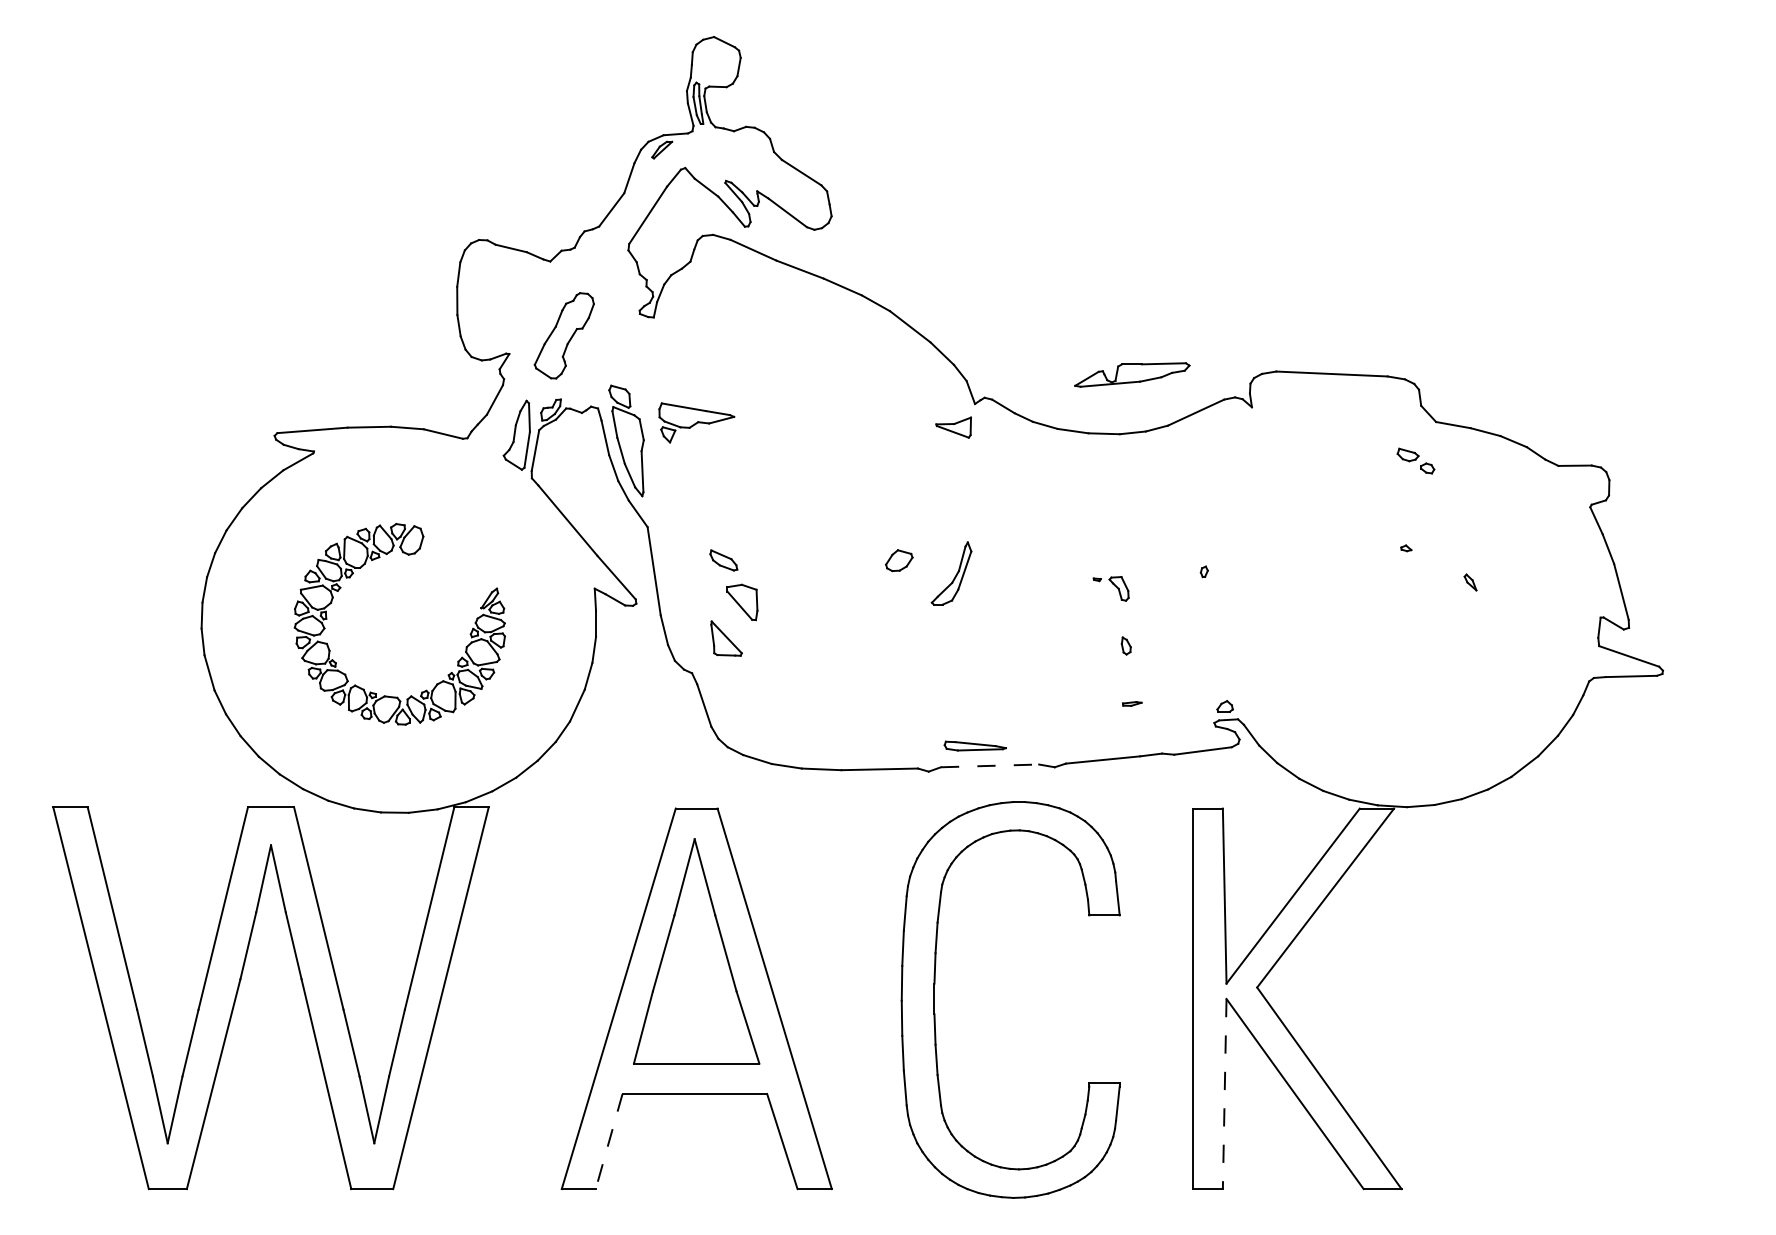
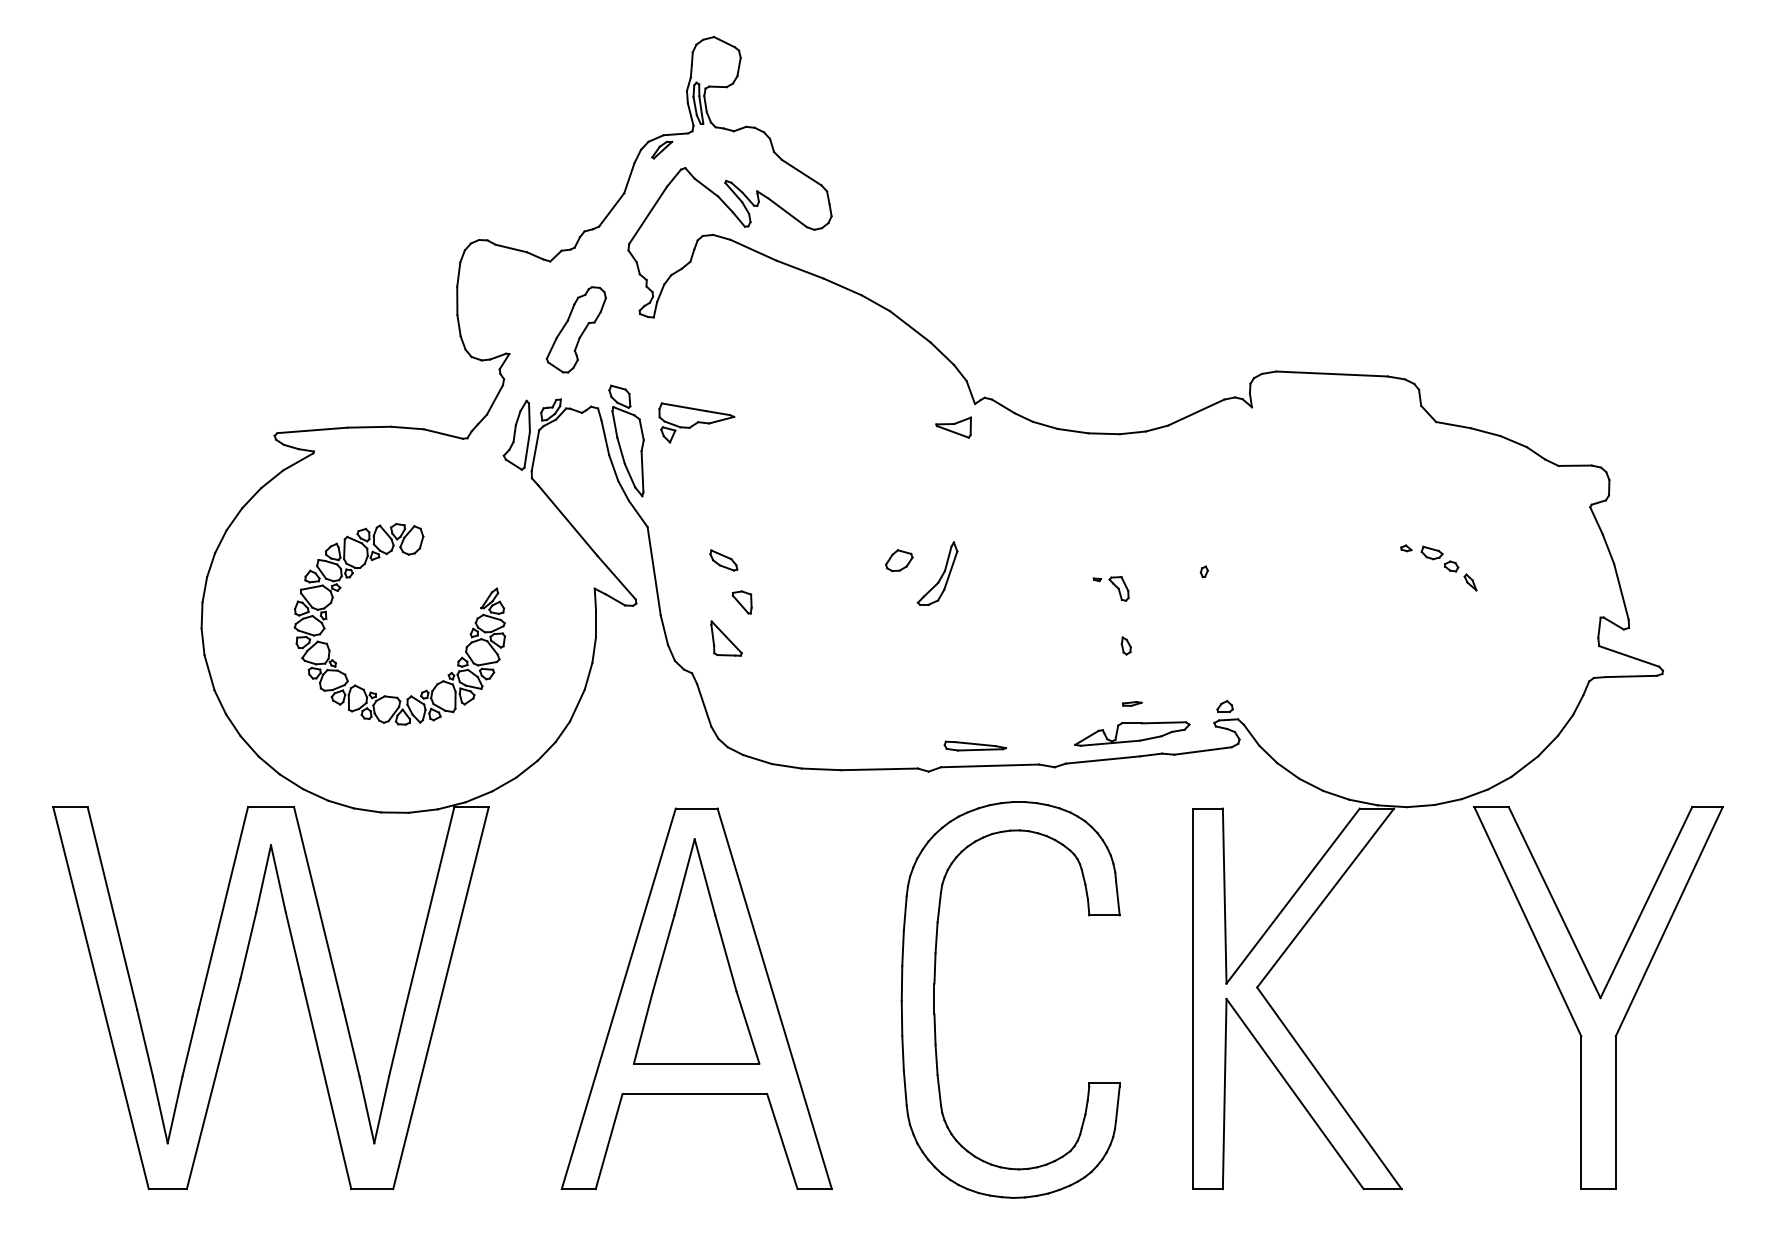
part at (563, 335) position: (563, 335) -> (575, 329)
part at (1132, 374) position: (1132, 374) -> (1132, 733)
part at (1415, 460) position: (1415, 460) -> (1439, 558)
part at (951, 573) position: (951, 573) -> (937, 573)
part at (742, 602) size: 33x39 px -> 22x25 px
line at (990, 765): dashed -> solid
part at (1598, 997): none -> present
line at (1224, 1094): dashed -> solid
line at (609, 1142): dashed -> solid
